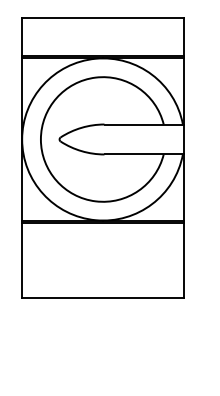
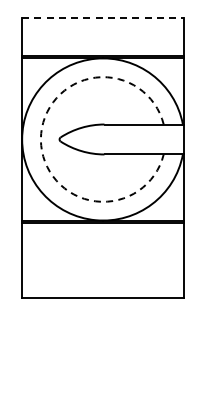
line at (103, 18): solid -> dashed
arc at (40, 139): solid -> dashed
